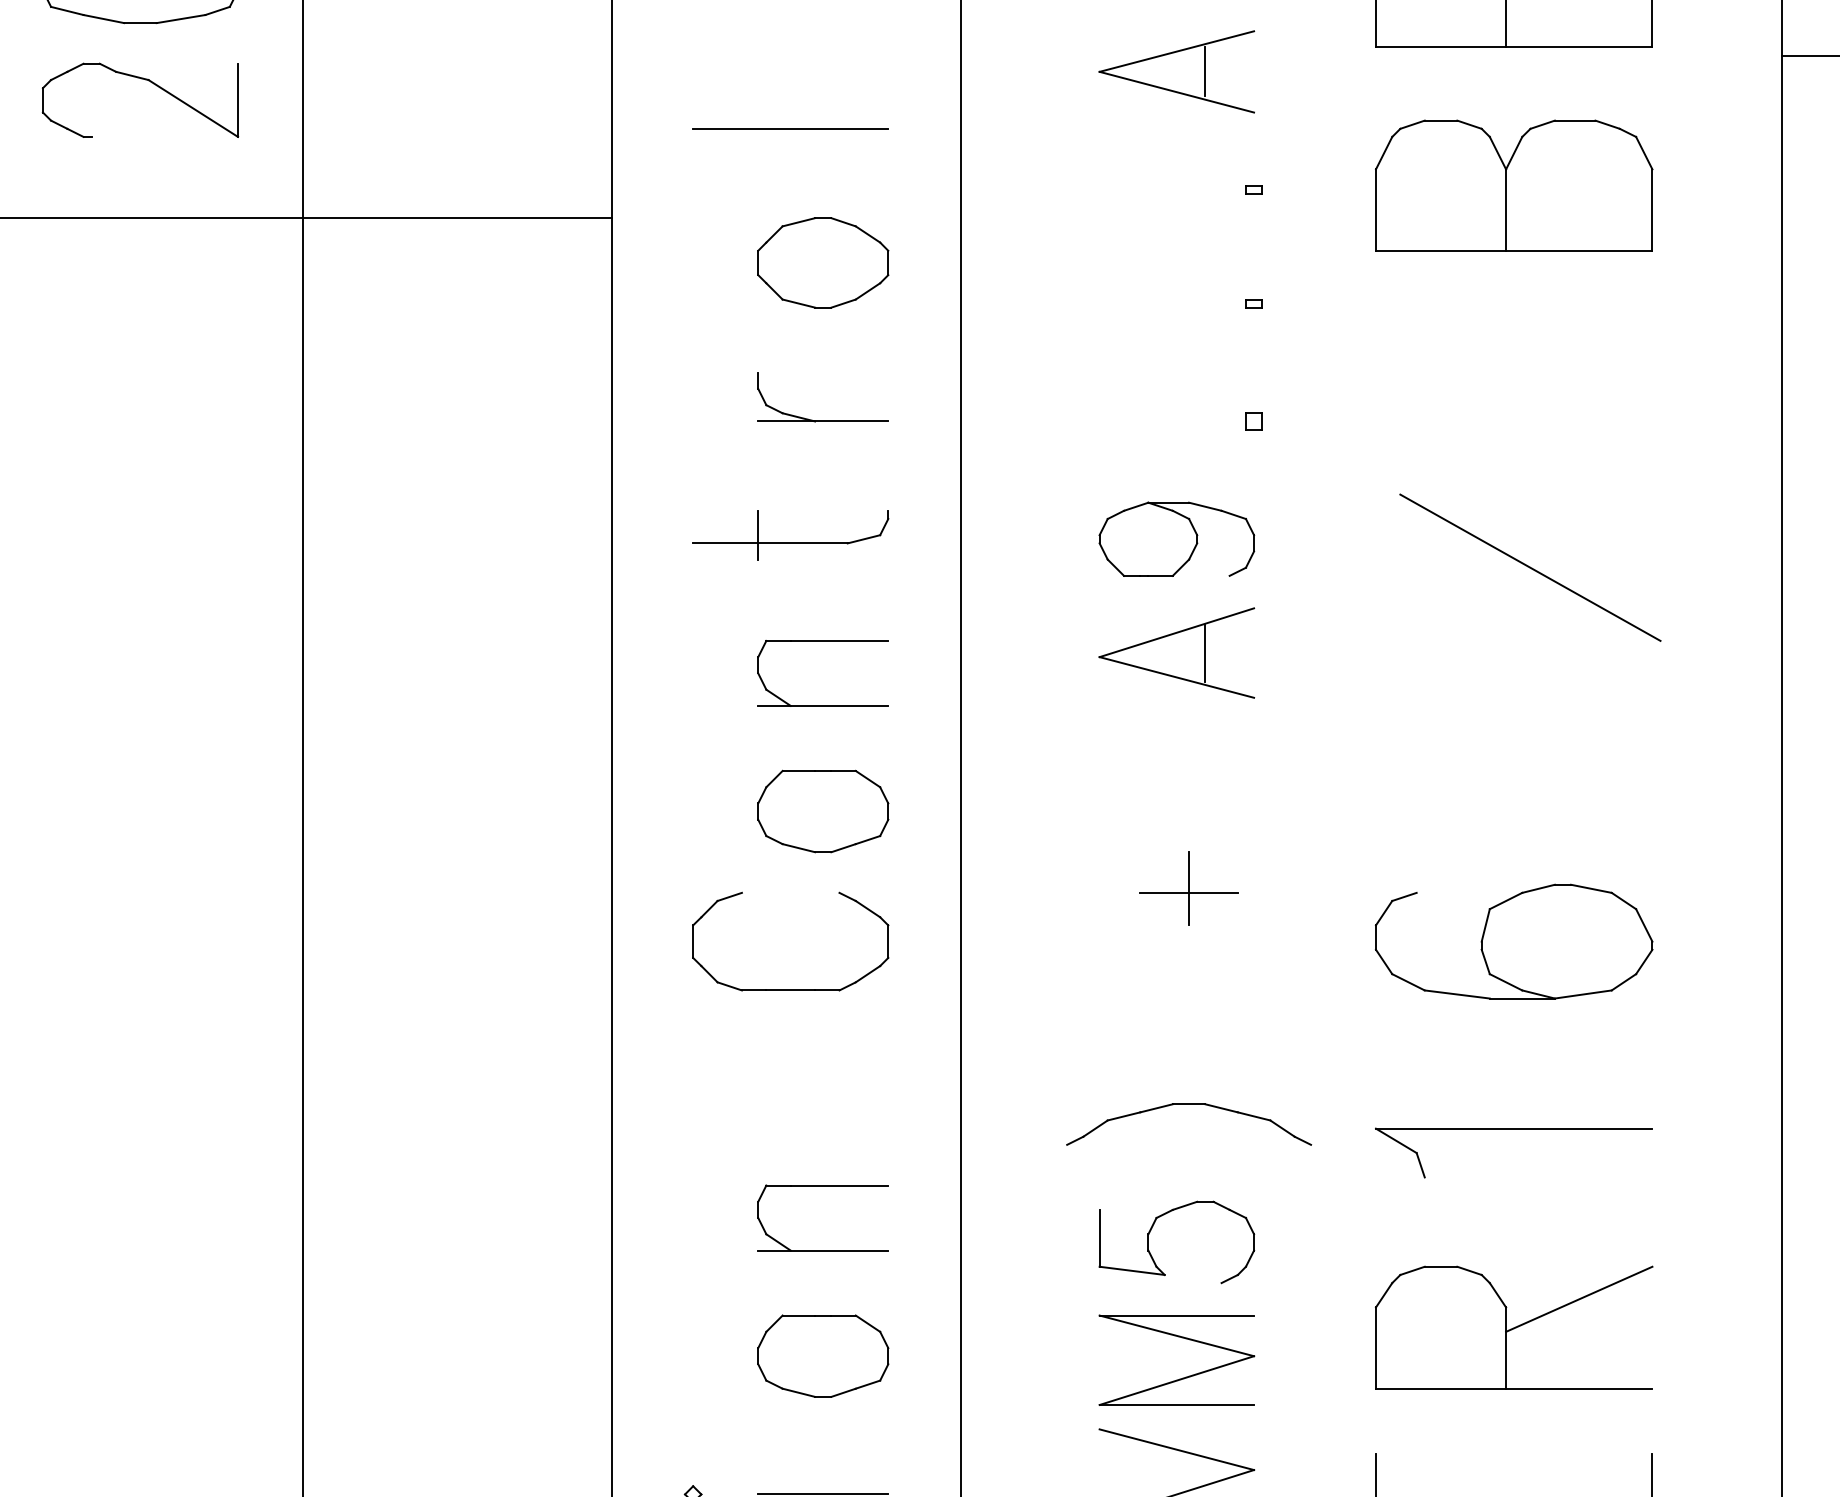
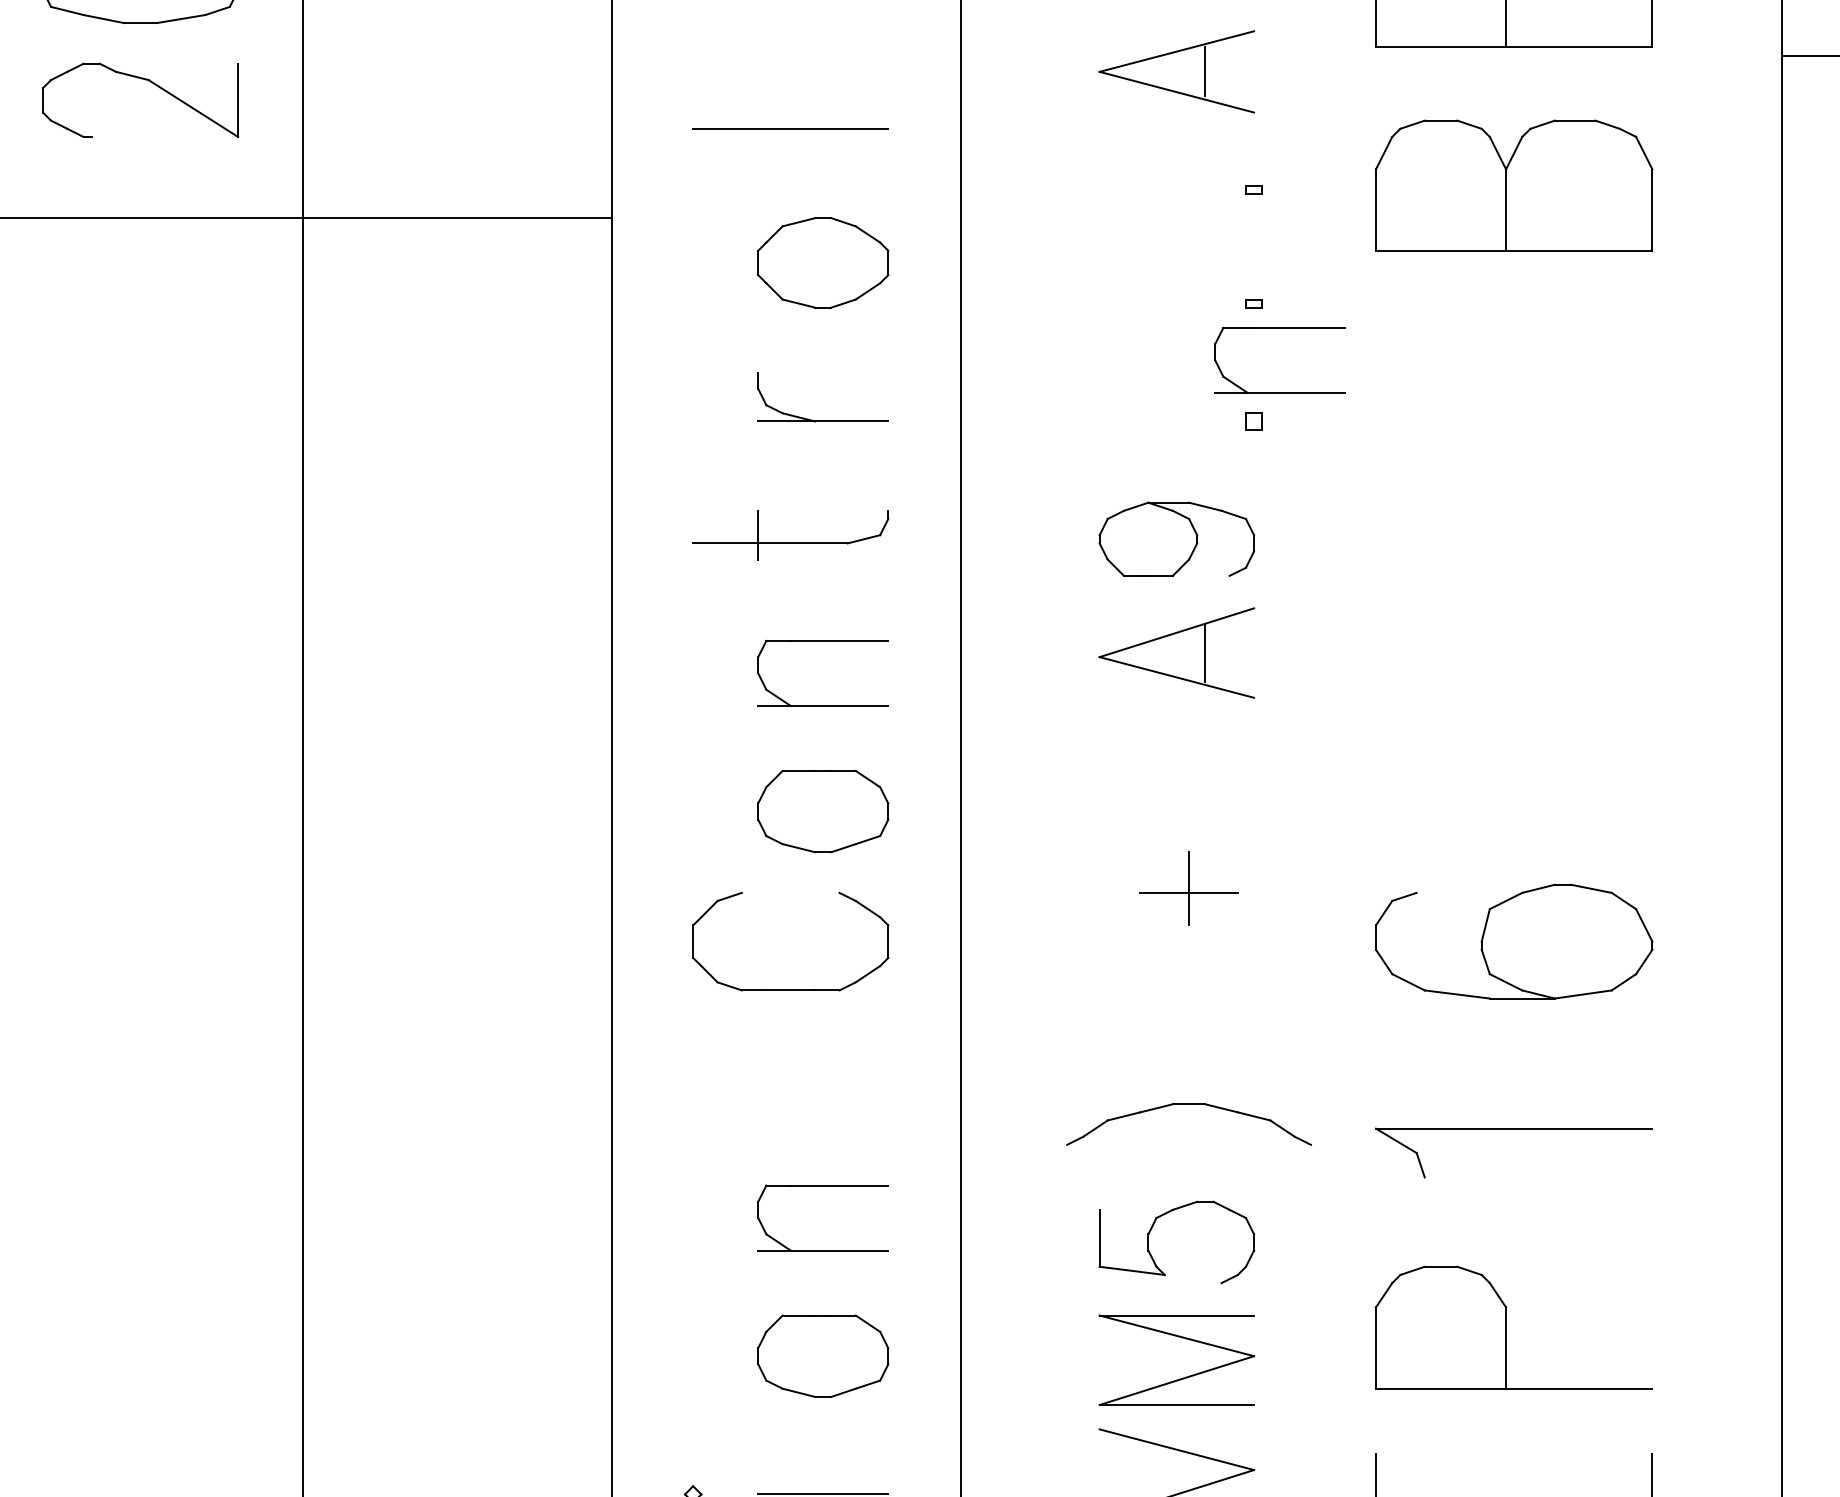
part at (1279, 328): none -> present
line at (1530, 567): present -> none
line at (1579, 1298): present -> none
